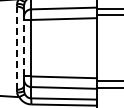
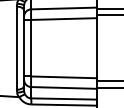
line at (24, 47): dashed -> solid
line at (16, 48): dashed -> solid
